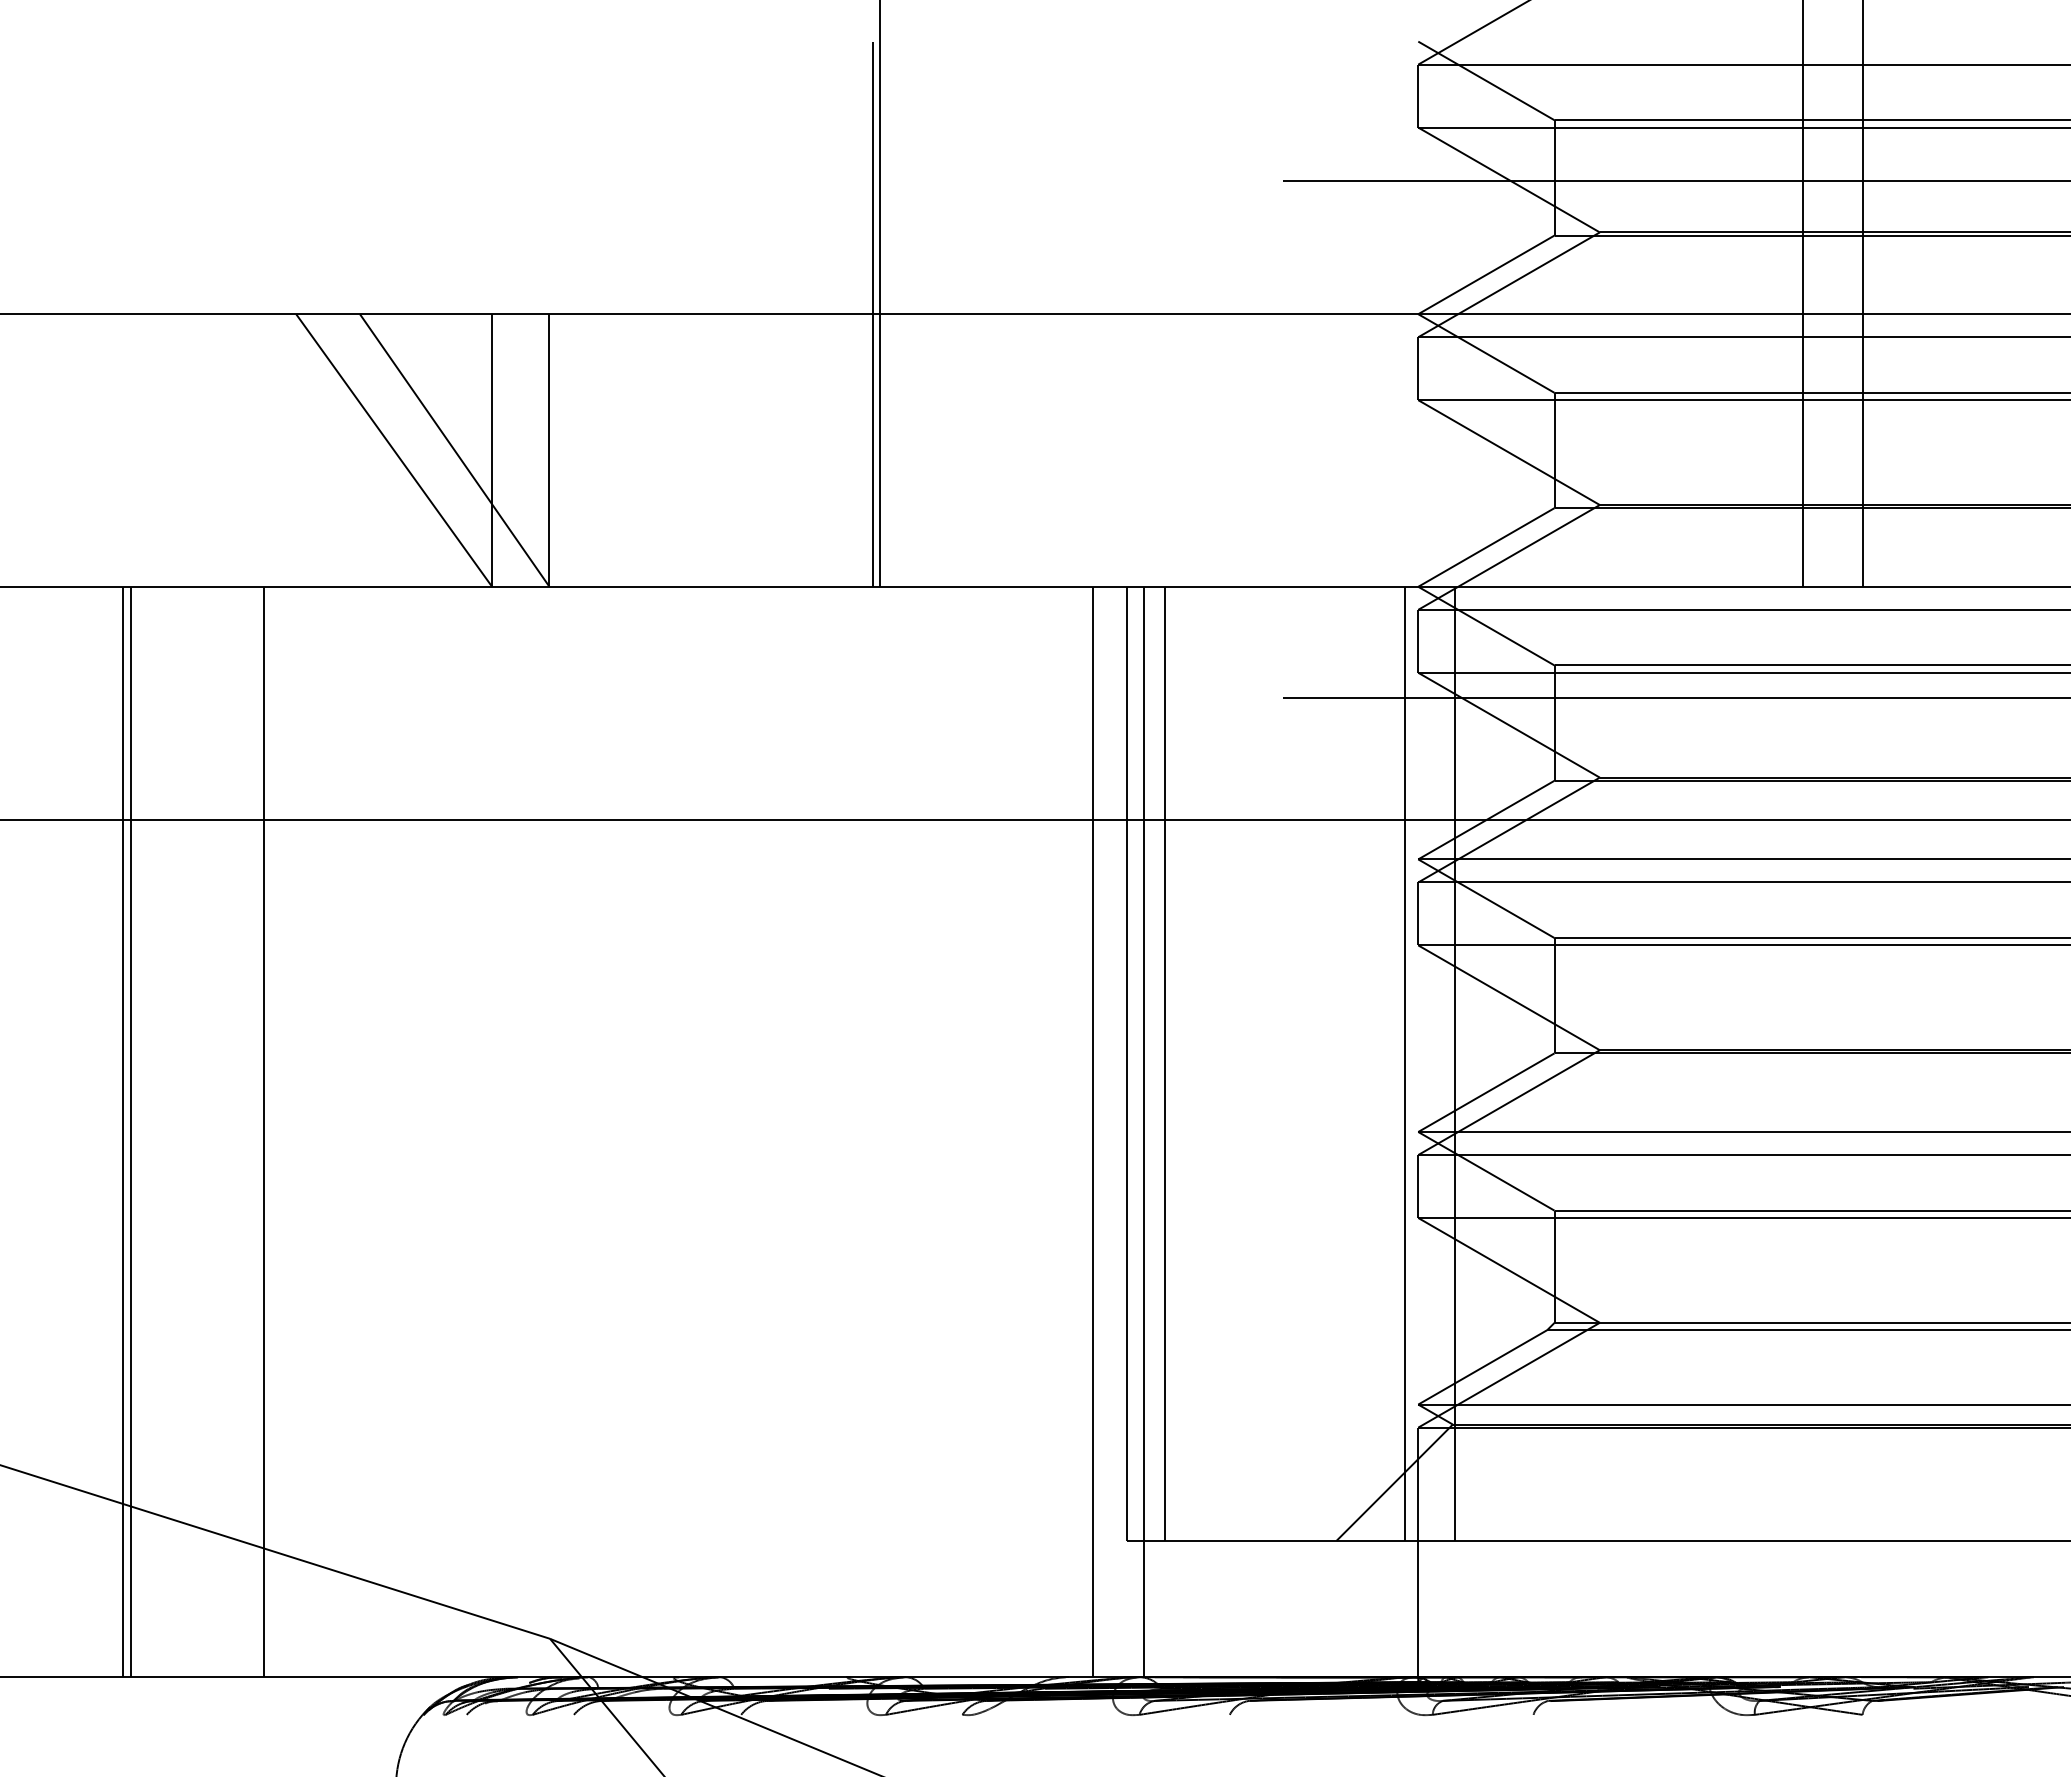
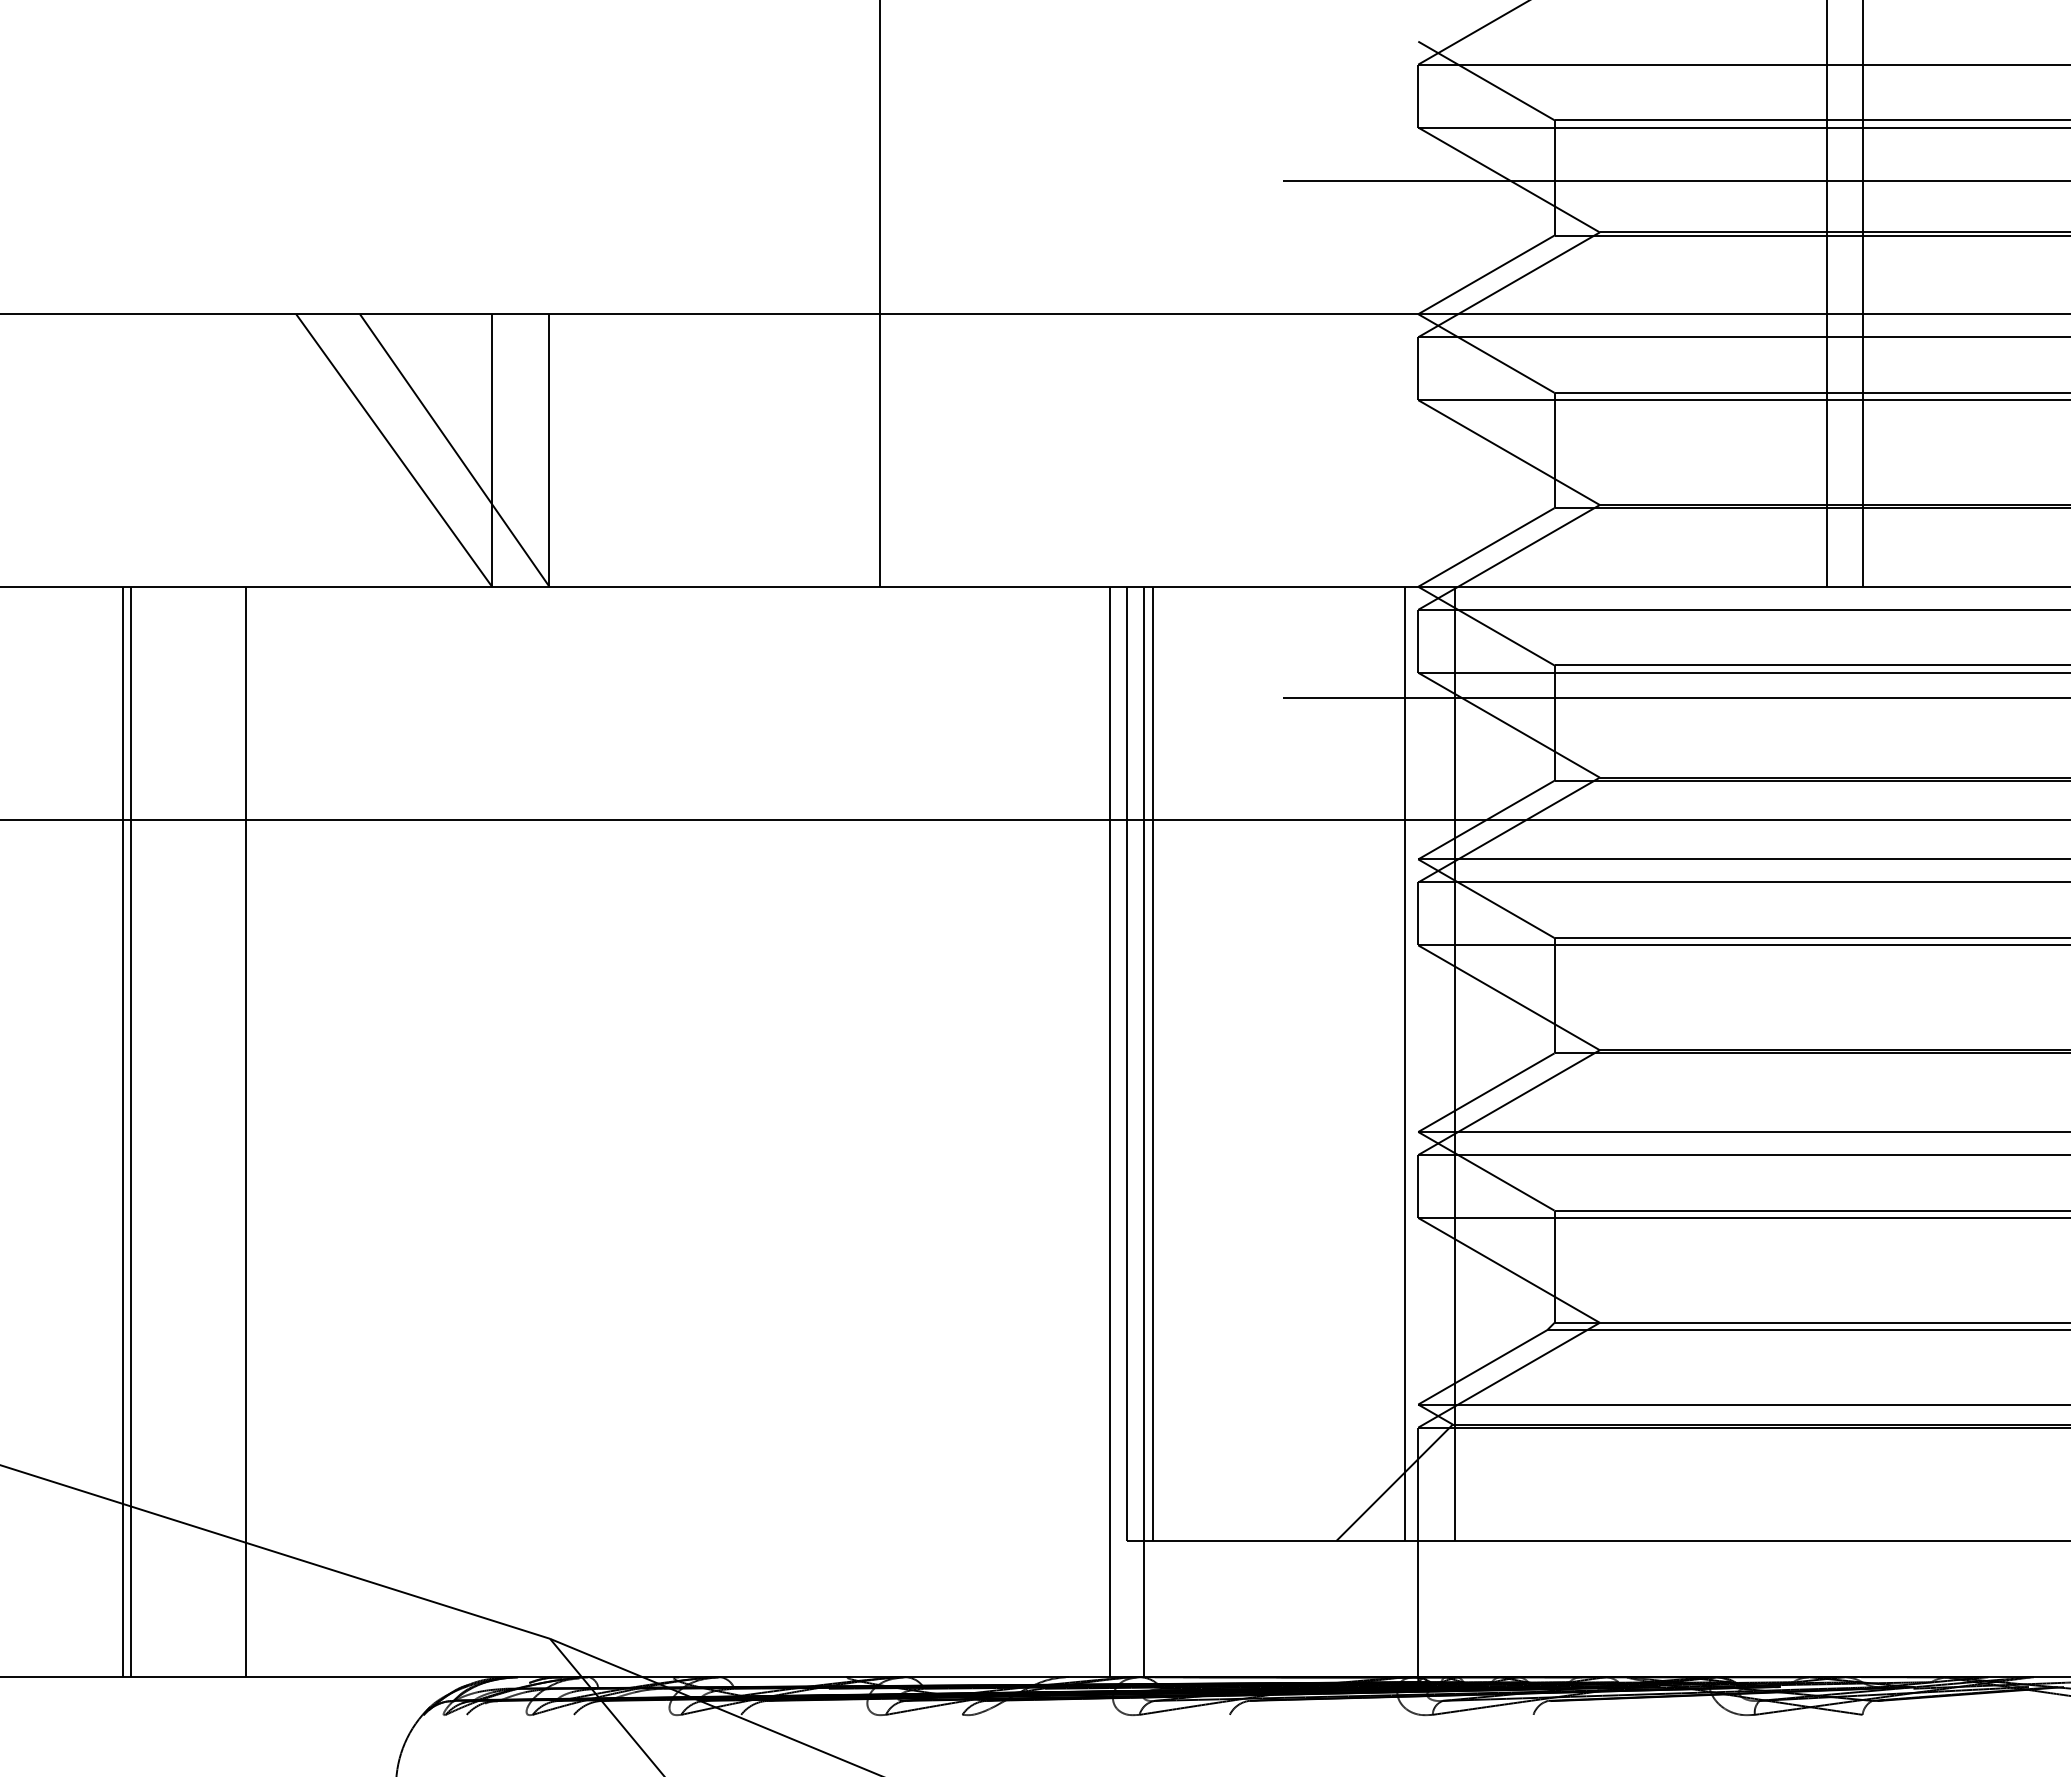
line at (1803, 294) position: (1803, 294) -> (1827, 294)
line at (873, 313): present -> none
line at (1164, 1063) position: (1164, 1063) -> (1152, 1063)
line at (264, 1131) position: (264, 1131) -> (246, 1131)
line at (1093, 1131) position: (1093, 1131) -> (1110, 1131)
